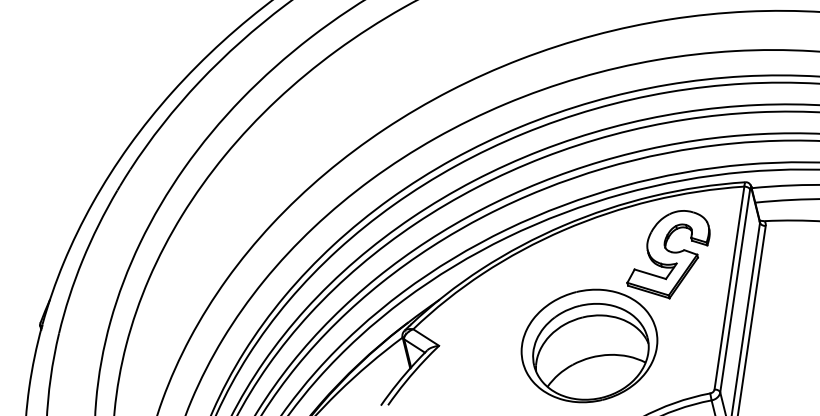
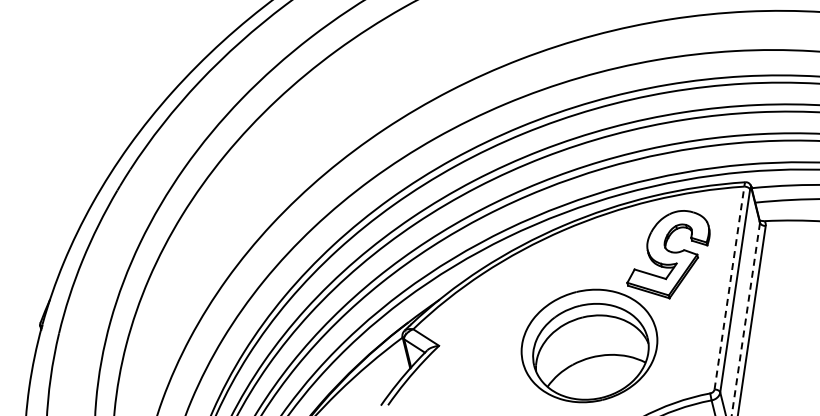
line at (729, 288): solid -> dashed
line at (745, 319): solid -> dashed
